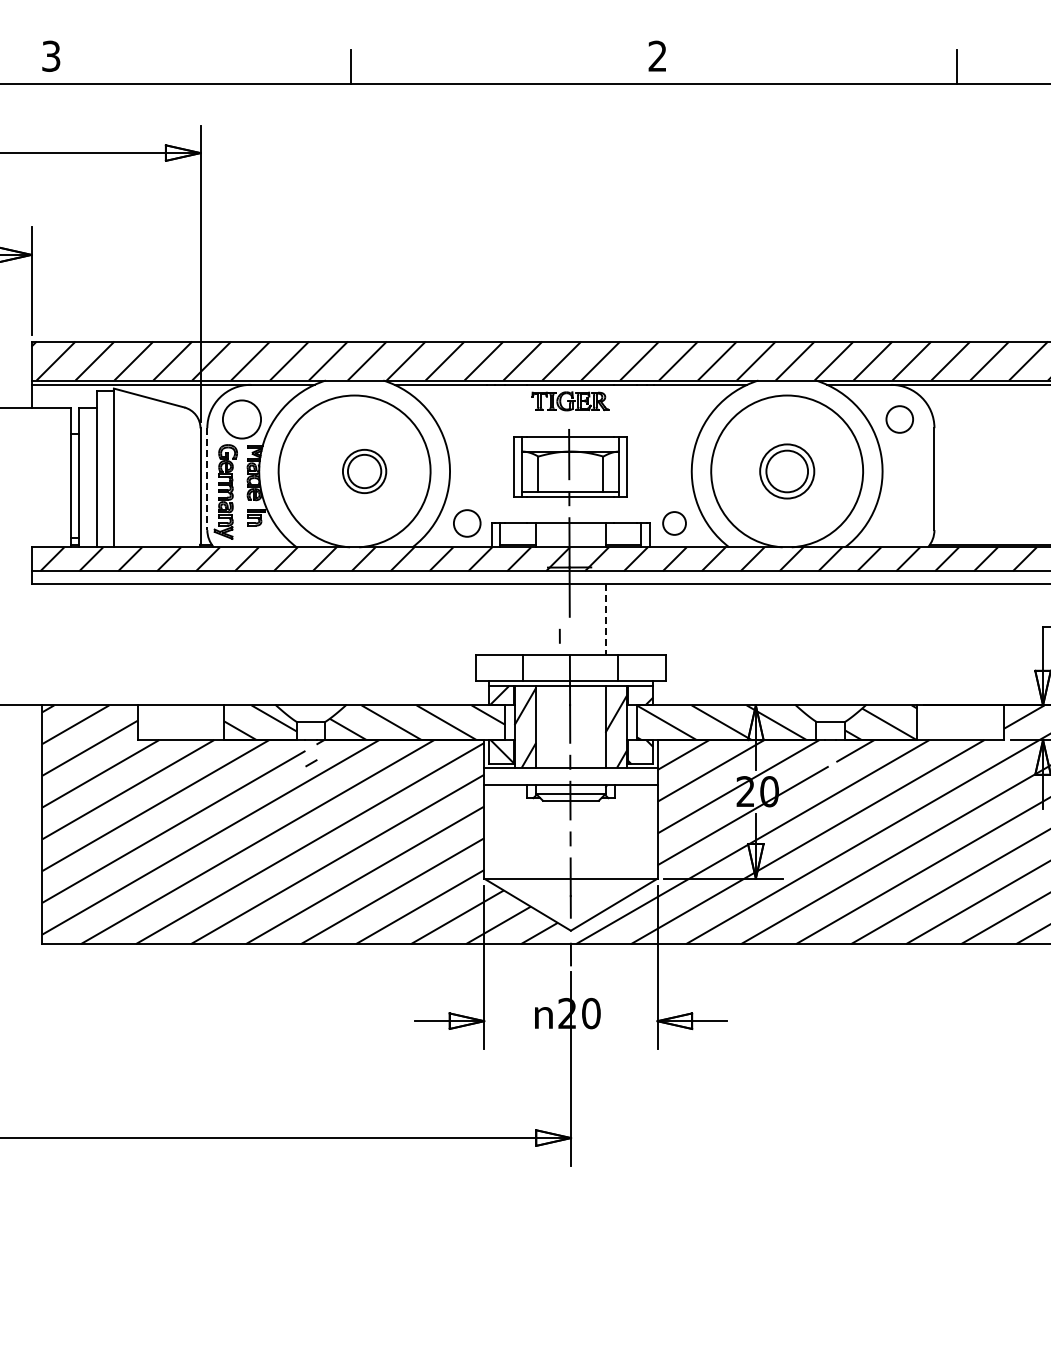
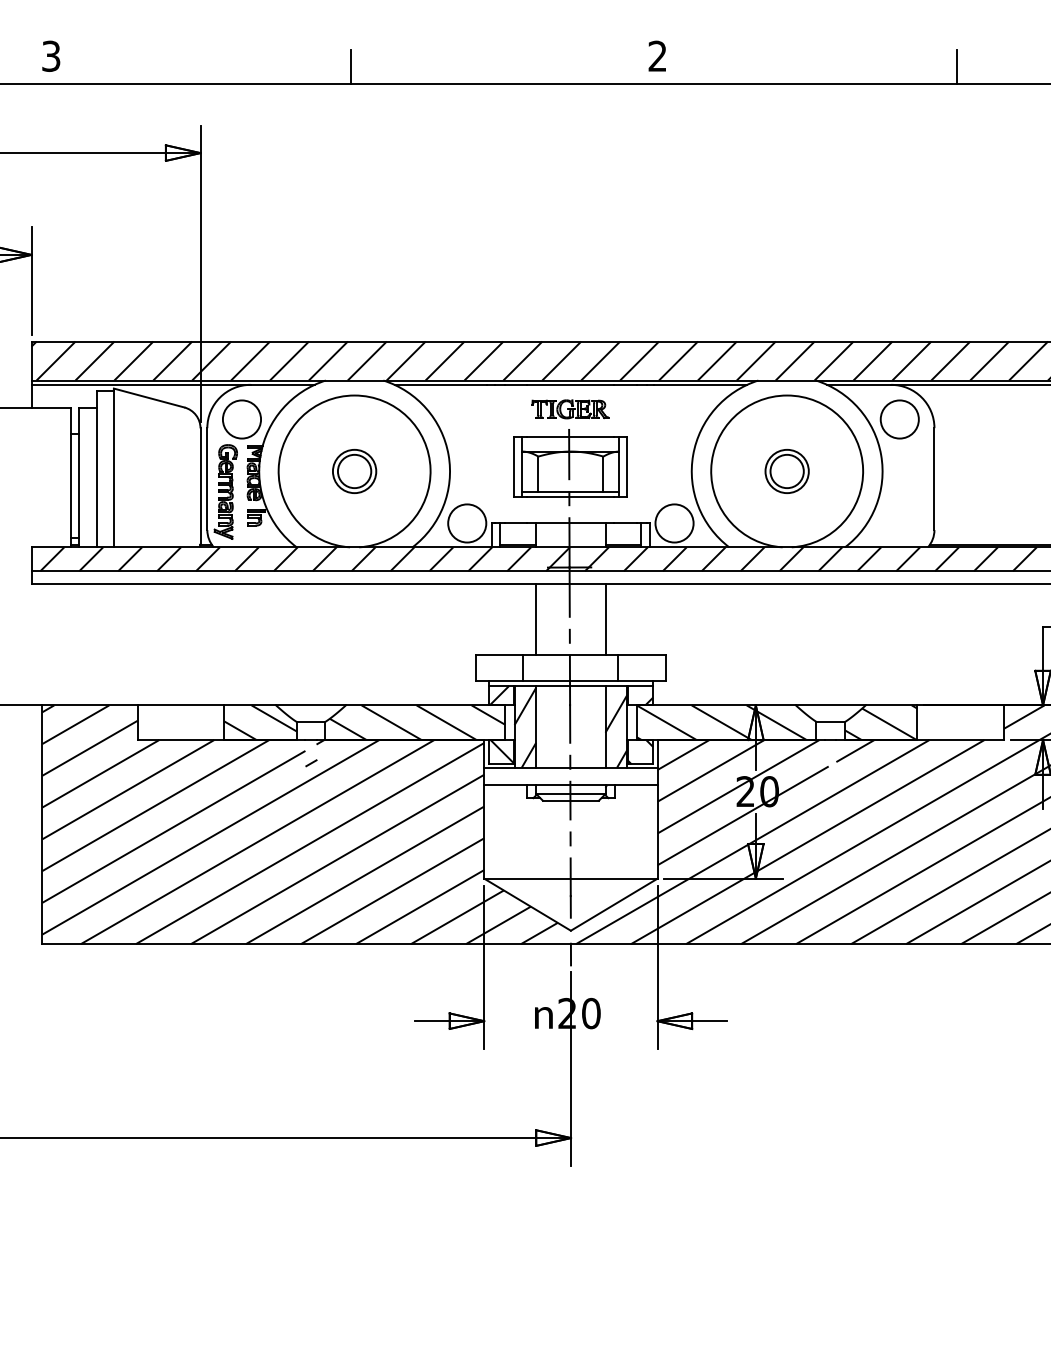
part at (570, 401) position: (570, 401) -> (570, 409)
circle at (899, 419) diameter: 27 px -> 38 px
part at (364, 471) position: (364, 471) -> (354, 471)
part at (787, 471) size: 57x57 px -> 46x45 px
line at (207, 479): dashed -> solid
circle at (466, 523) diameter: 27 px -> 38 px
circle at (674, 523) diameter: 23 px -> 38 px
line at (536, 619): none -> present
line at (605, 619): dashed -> solid
line at (559, 635) position: (559, 635) -> (569, 635)
